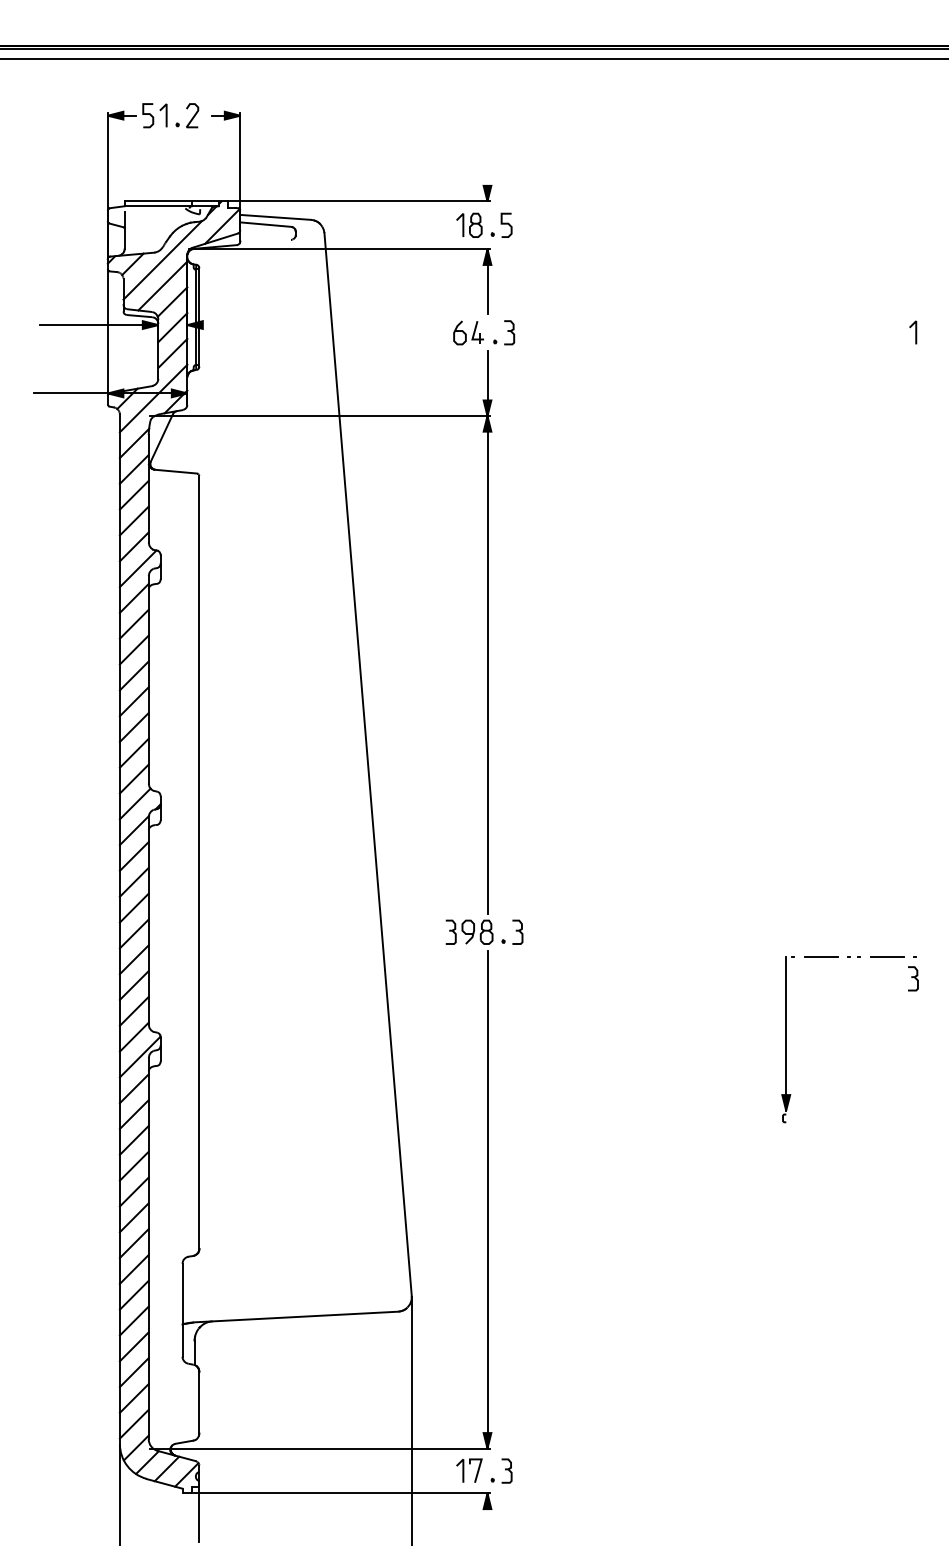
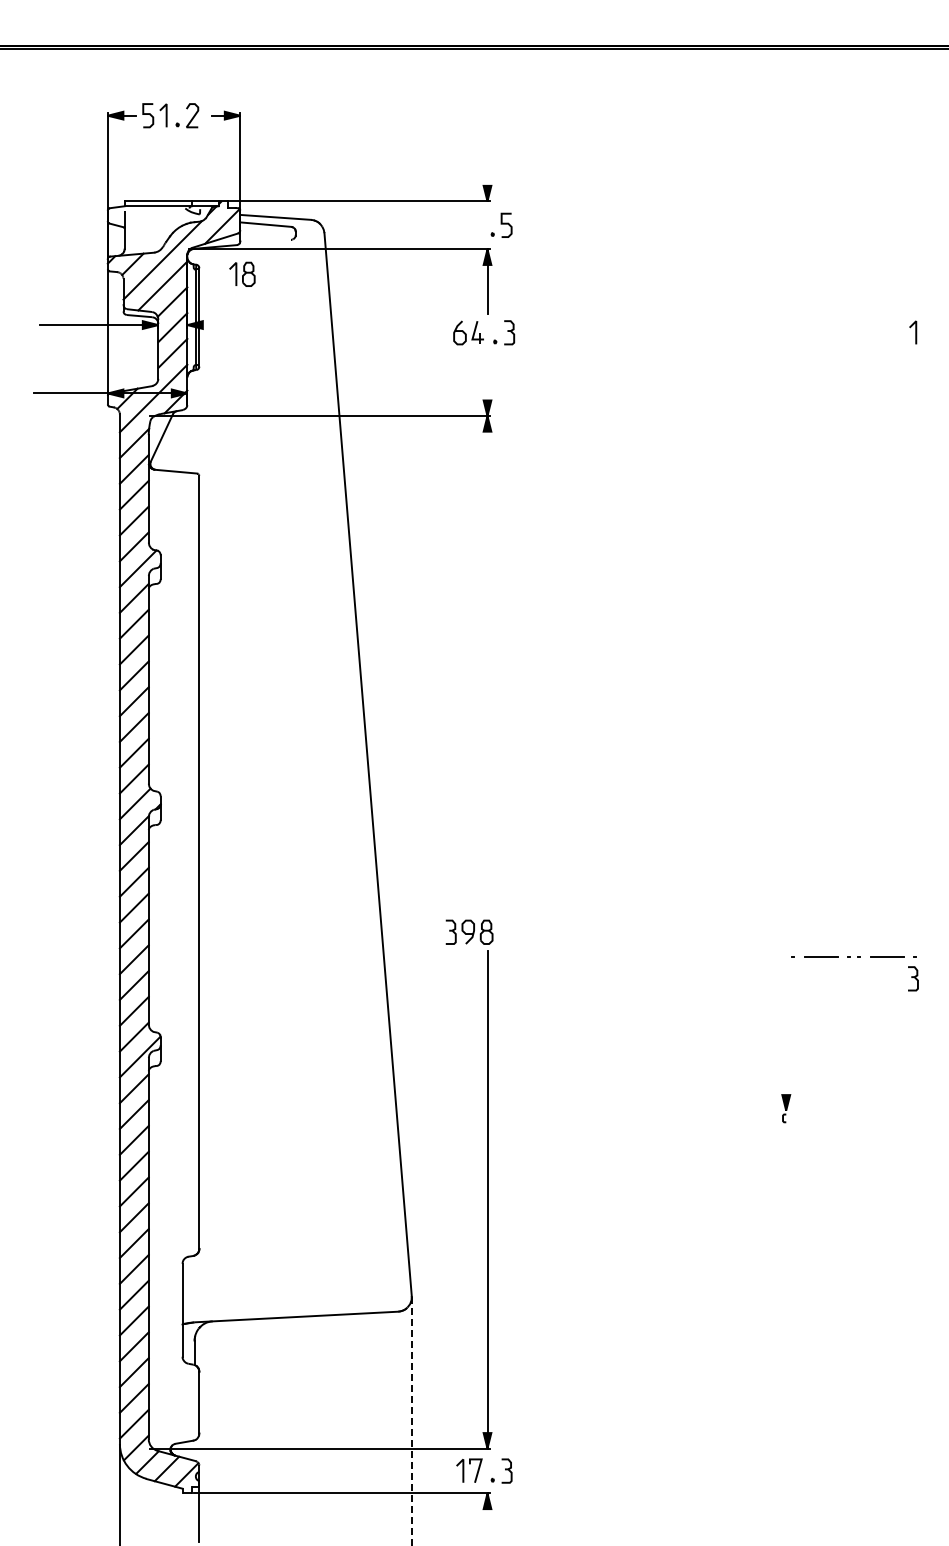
line at (473, 59): present -> none
part at (469, 224) position: (469, 224) -> (242, 273)
line at (487, 632): present -> none
part at (512, 931): present -> none
line at (786, 1033): present -> none
line at (411, 1421): solid -> dashed
